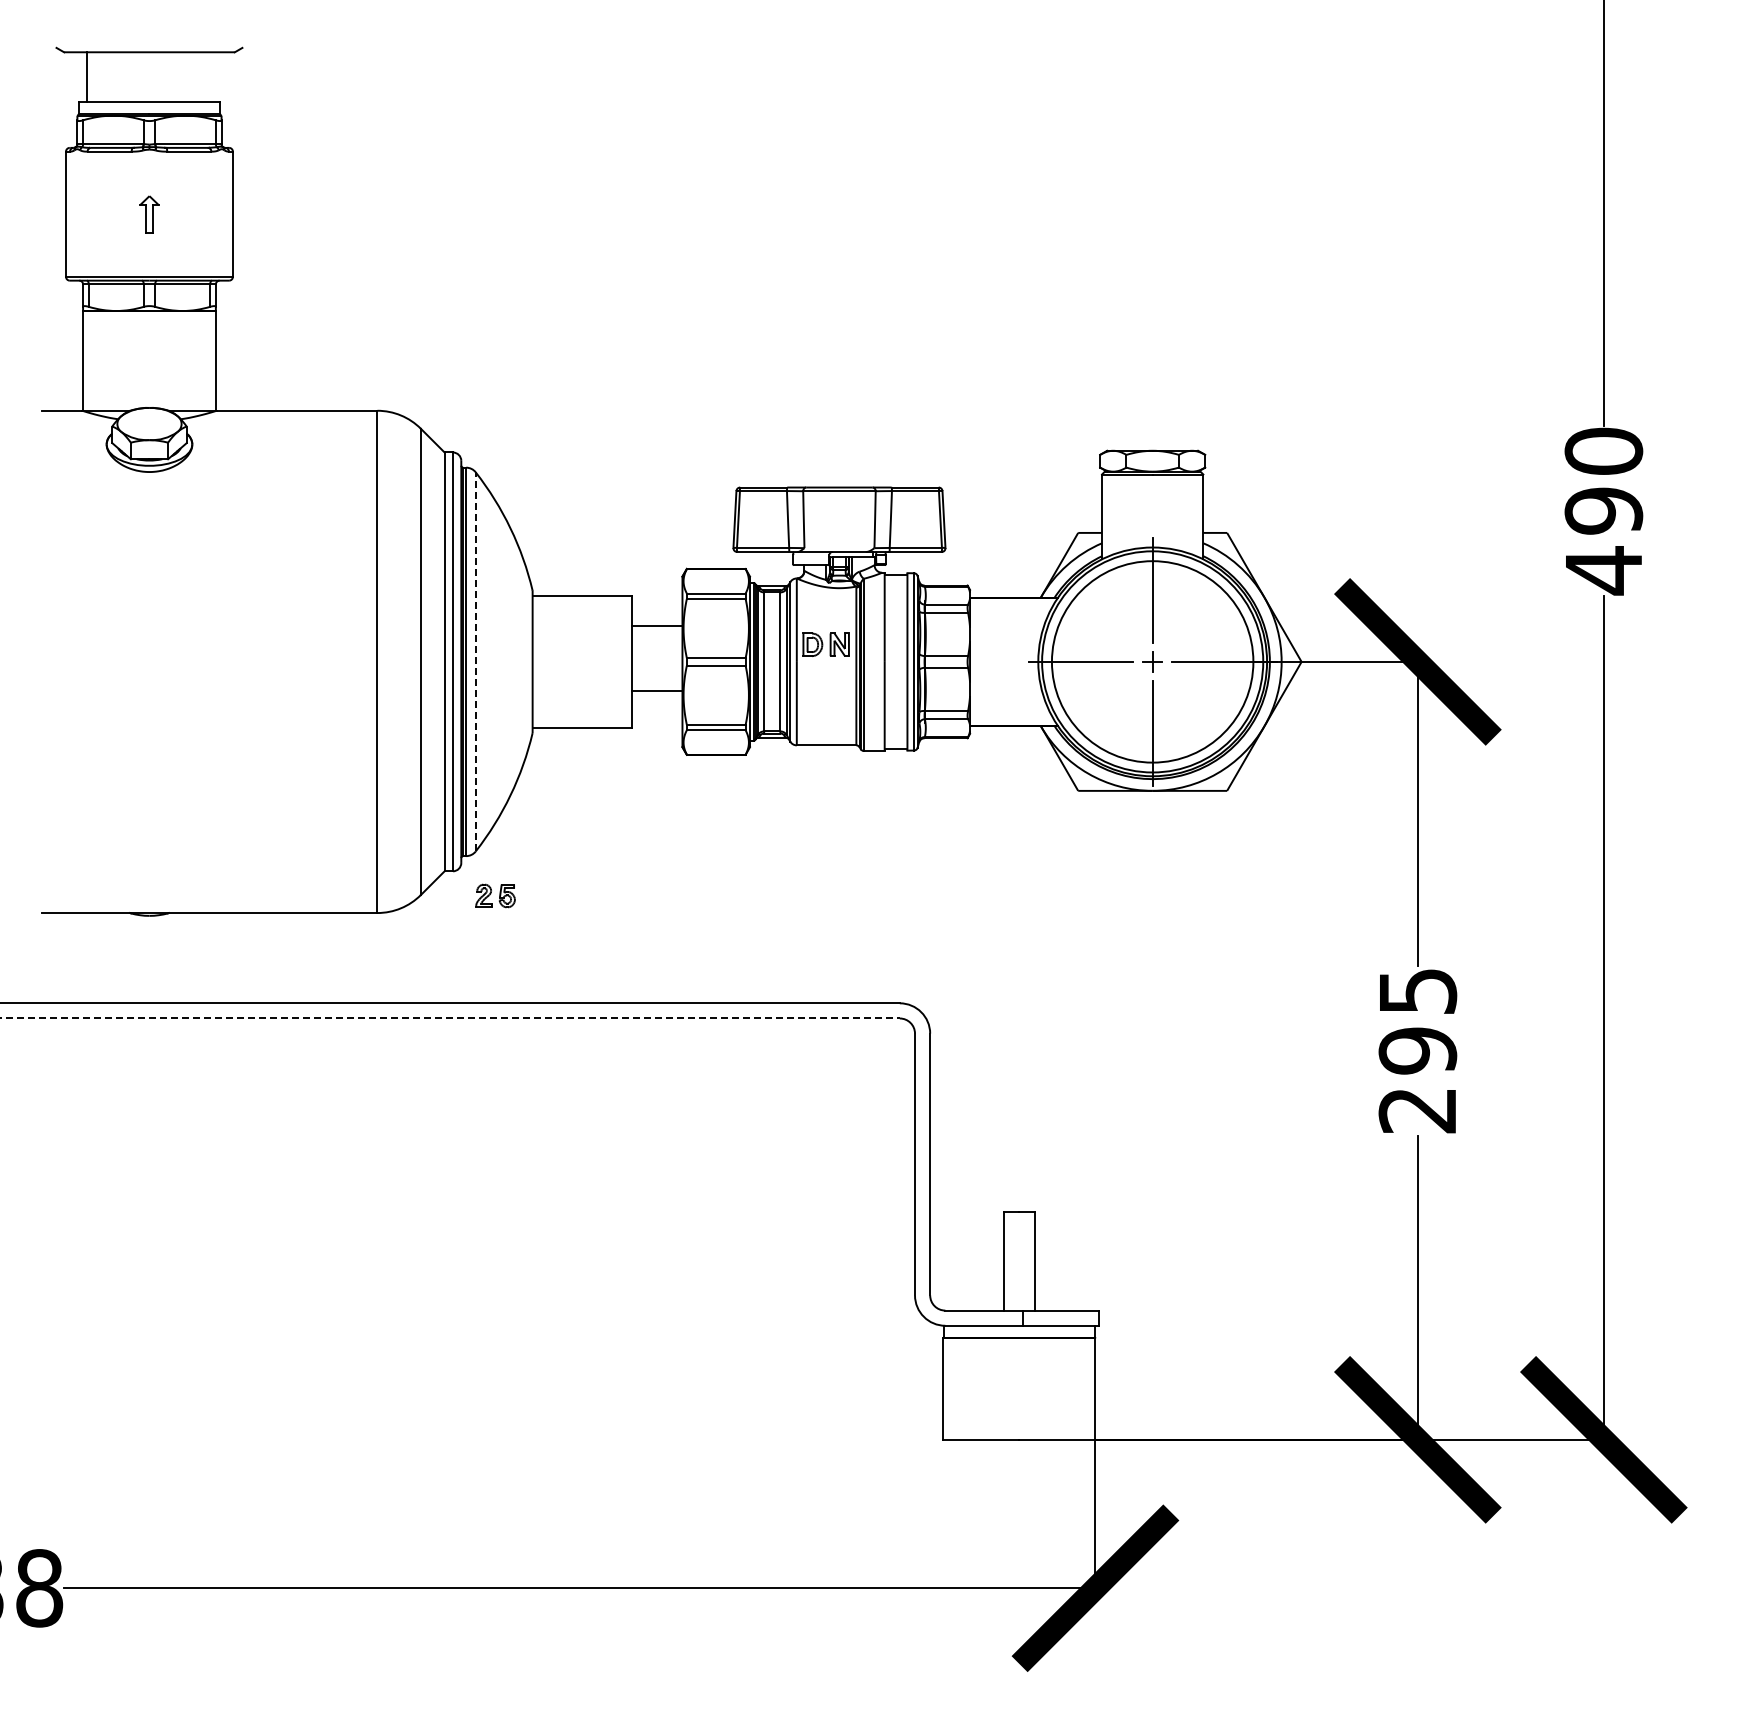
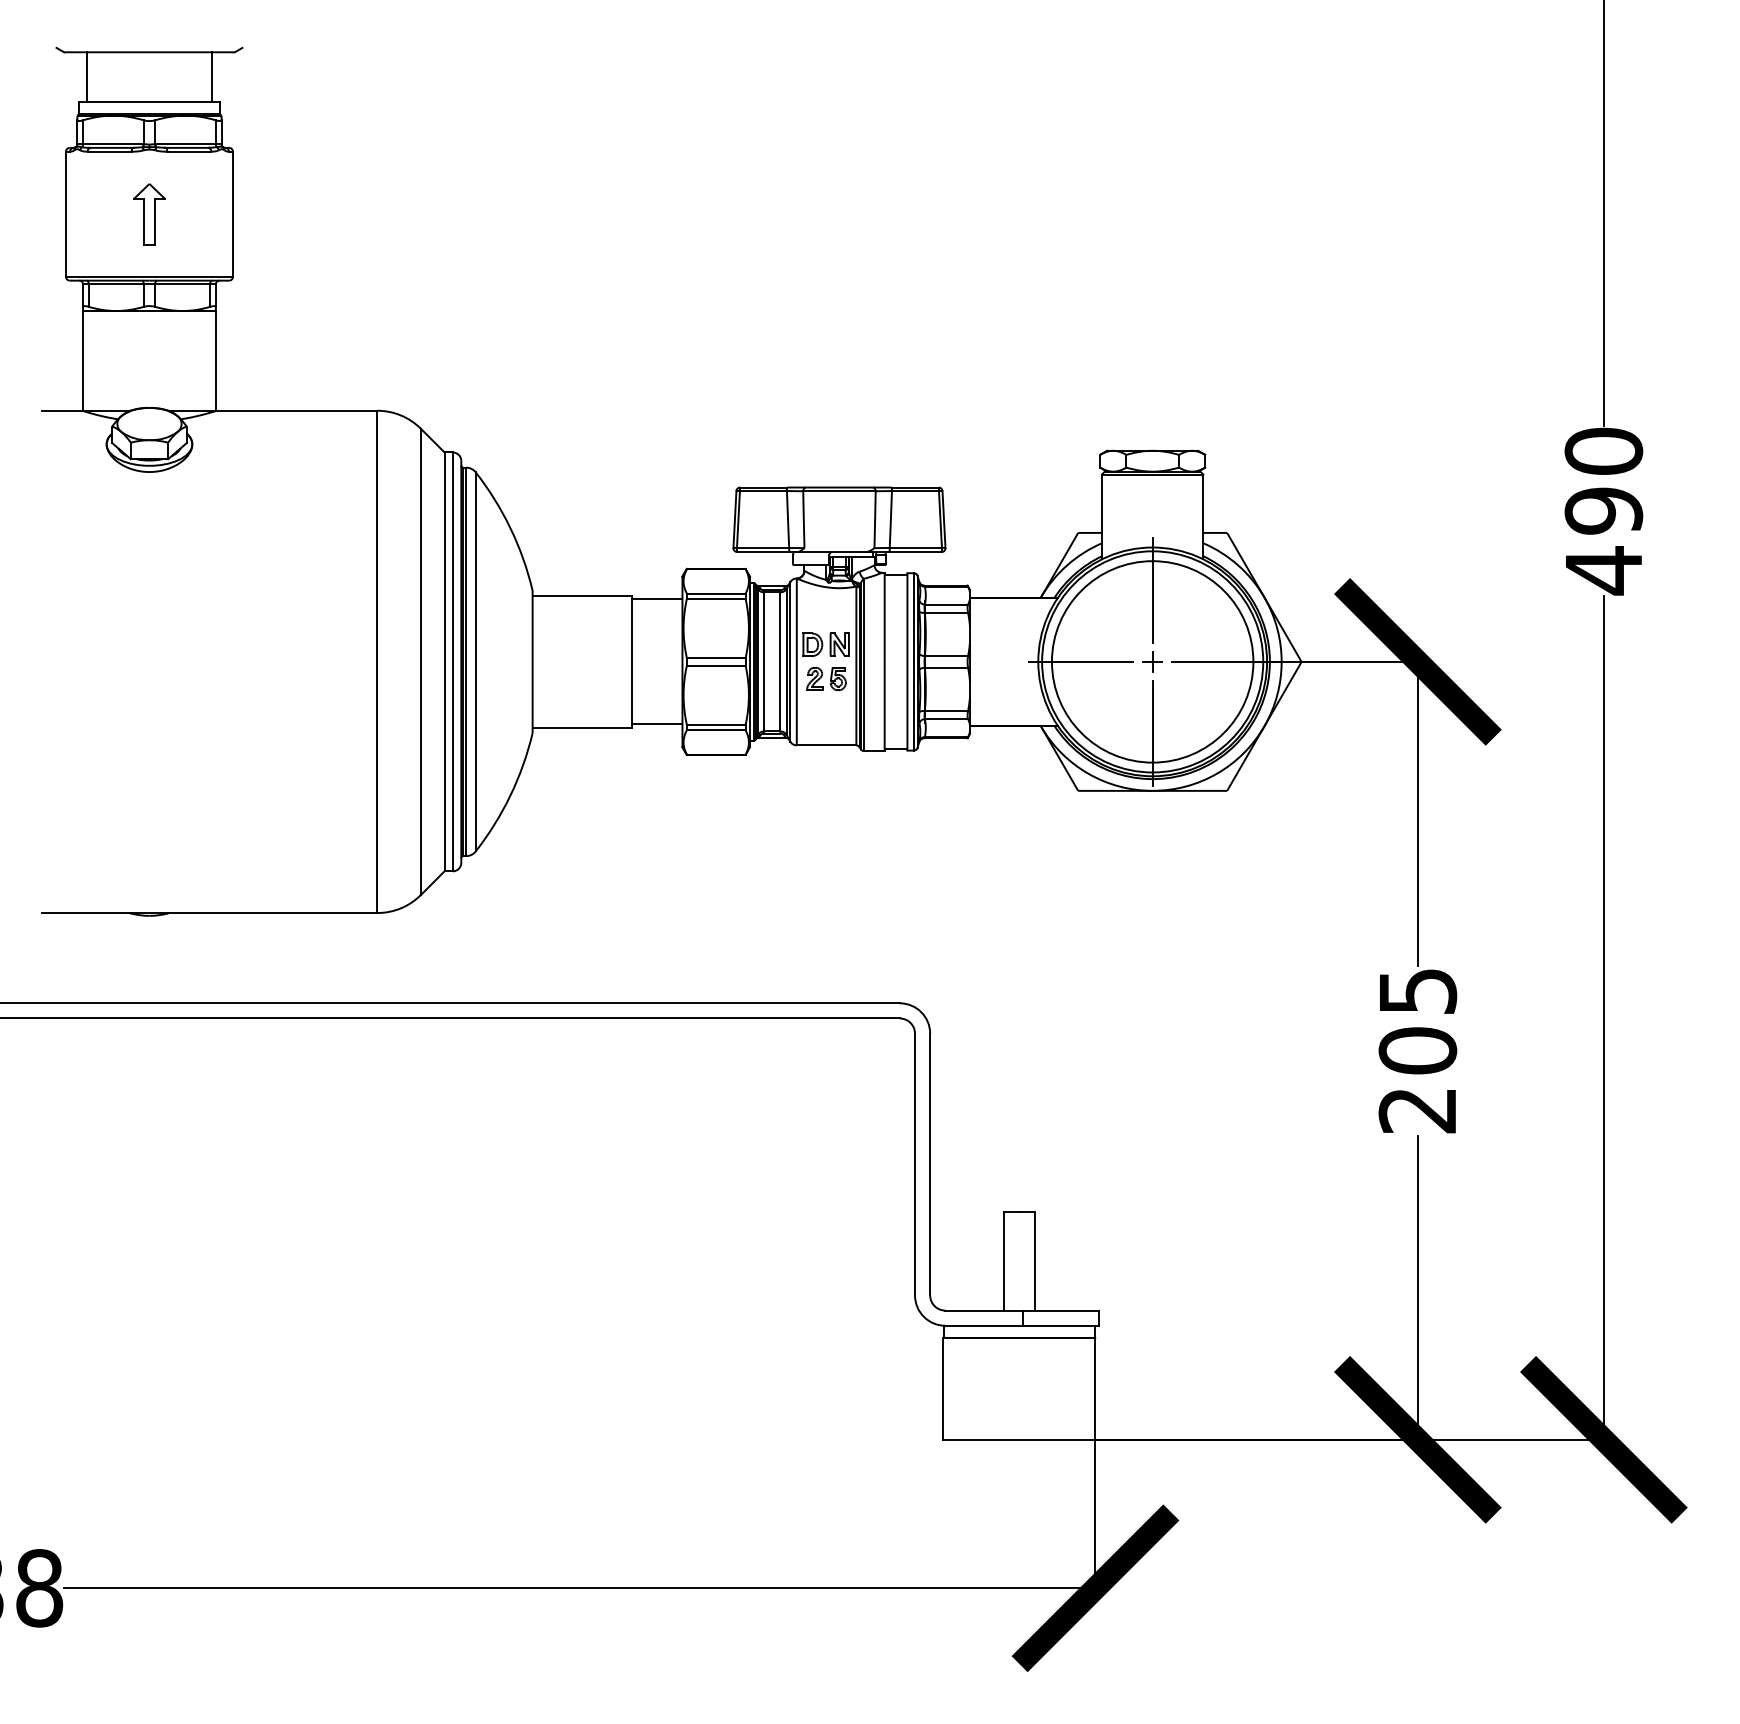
line at (211, 77): none -> present
part at (149, 214) size: 21x39 px -> 33x63 px
line at (657, 626) position: (657, 626) -> (657, 599)
line at (475, 661): dashed -> solid
line at (657, 691) position: (657, 691) -> (657, 724)
part at (495, 895) position: (495, 895) -> (826, 678)
line at (450, 1018): dashed -> solid
text at (1417, 1050): 295 -> 205
